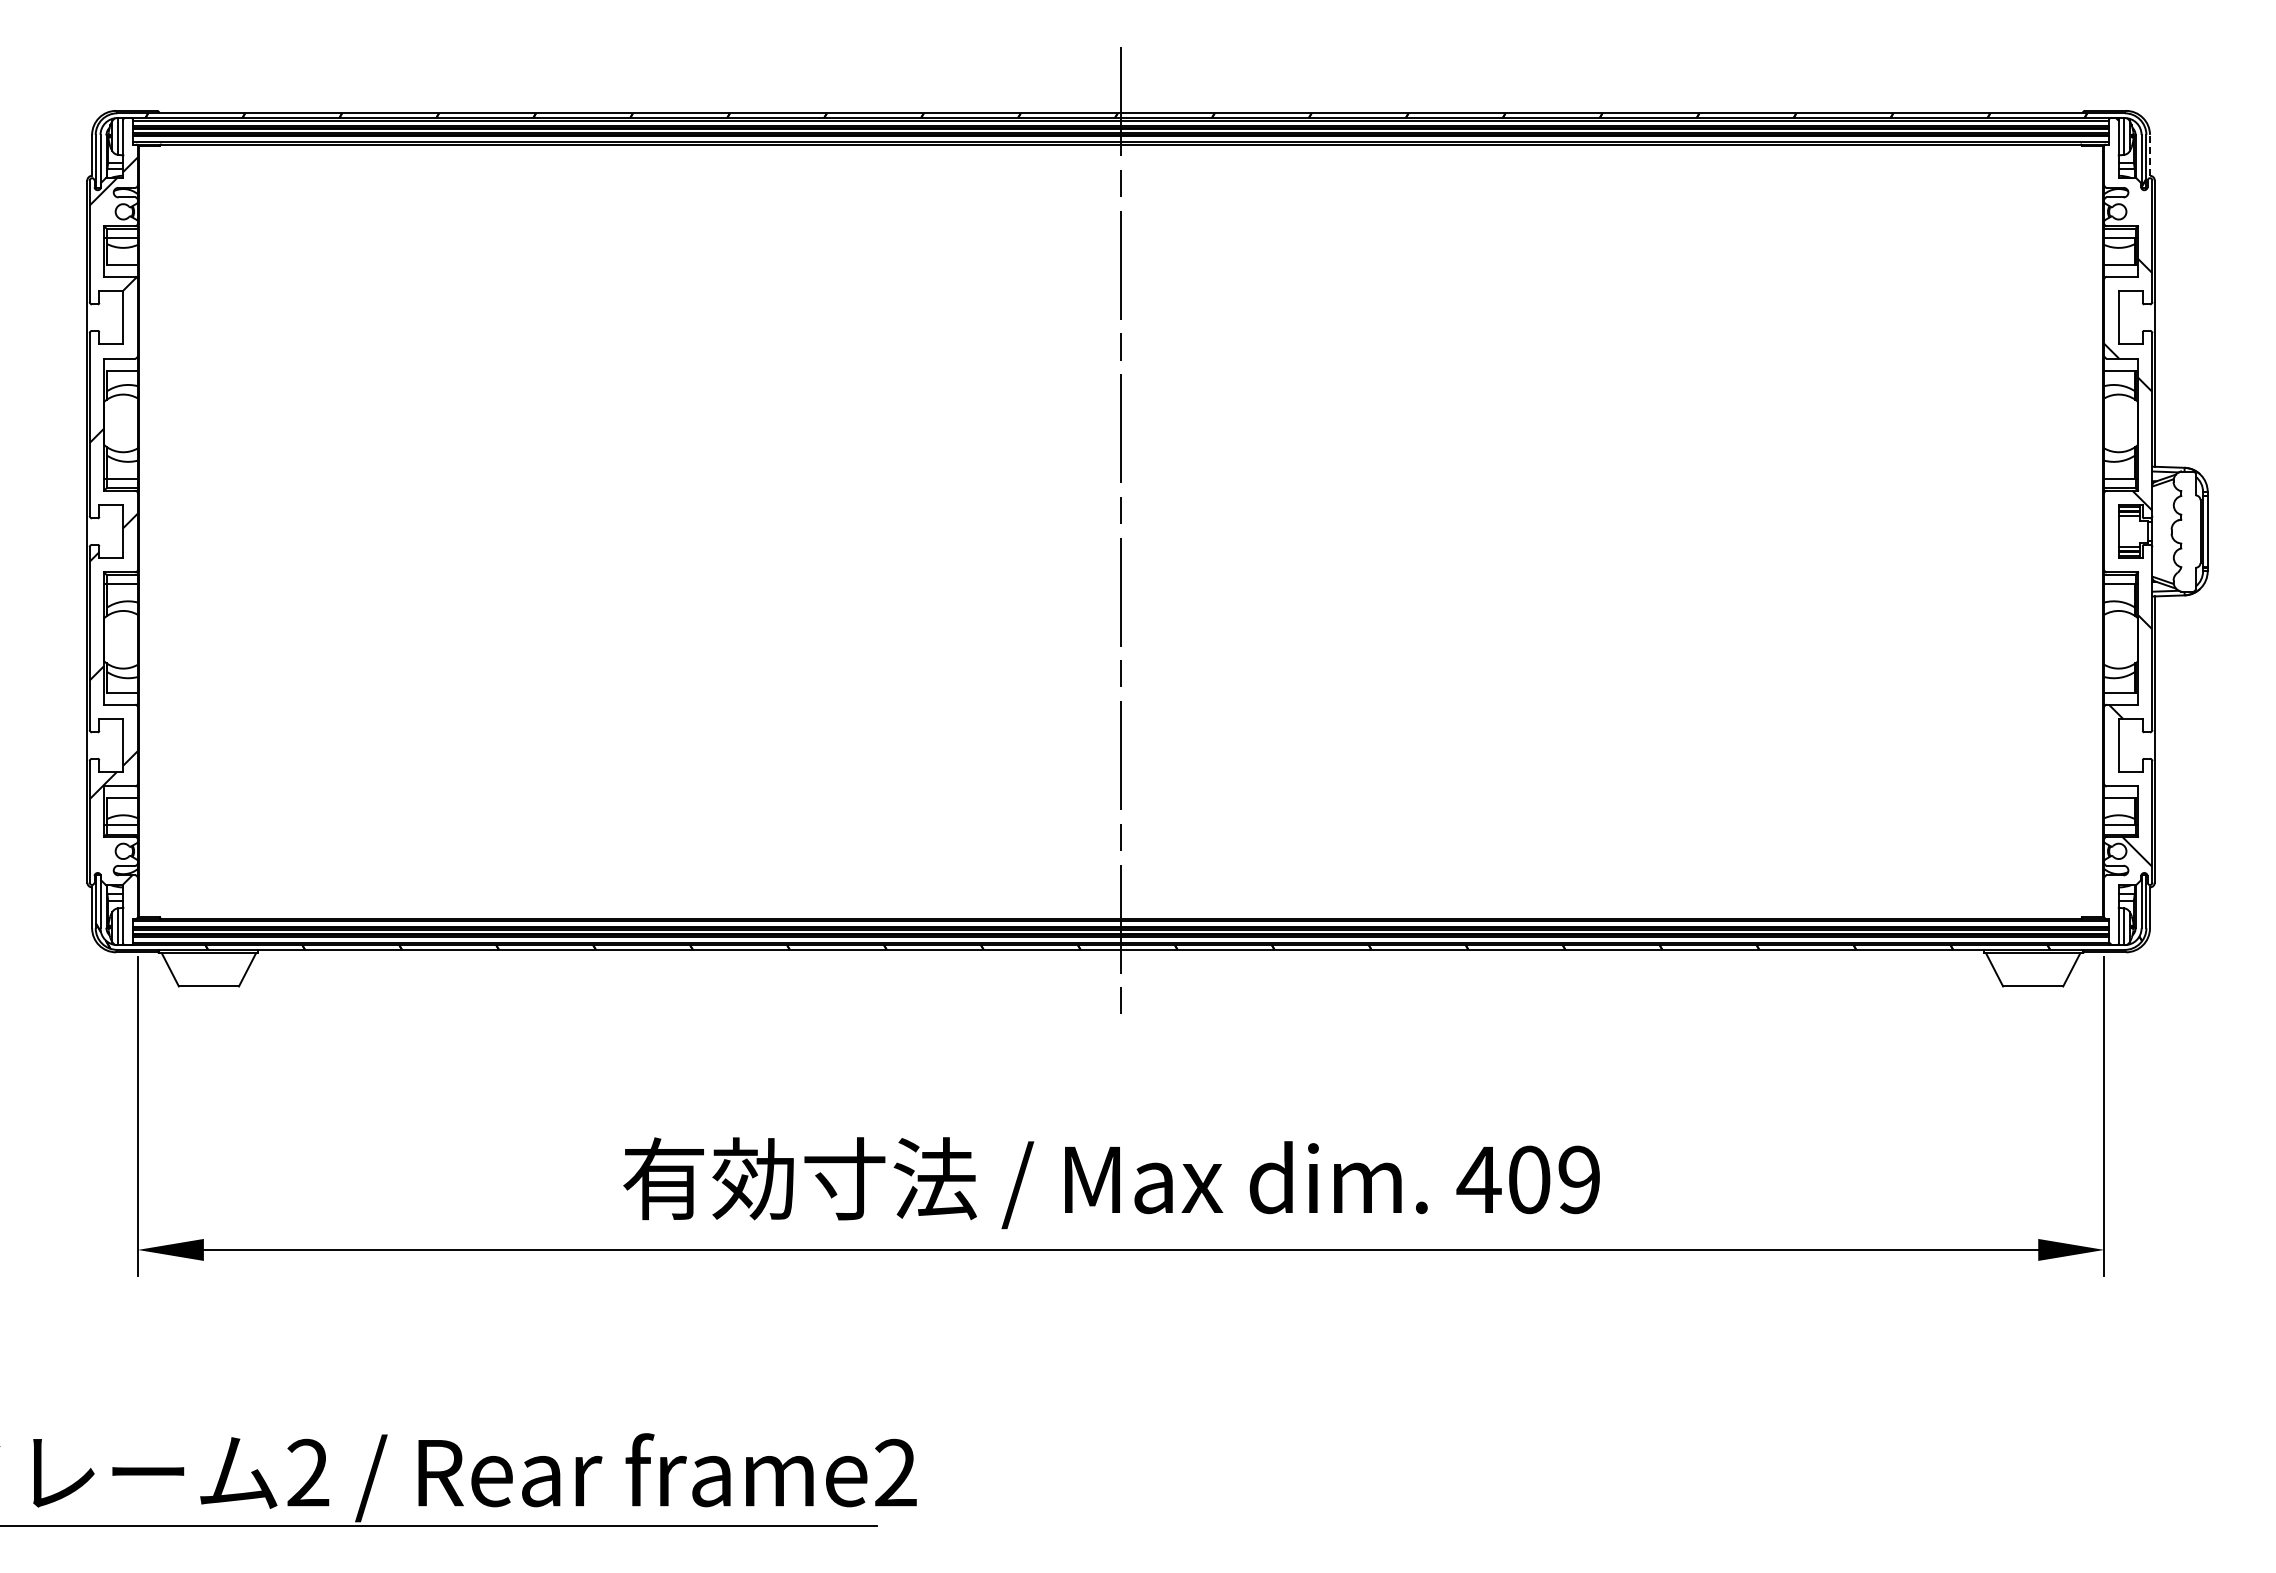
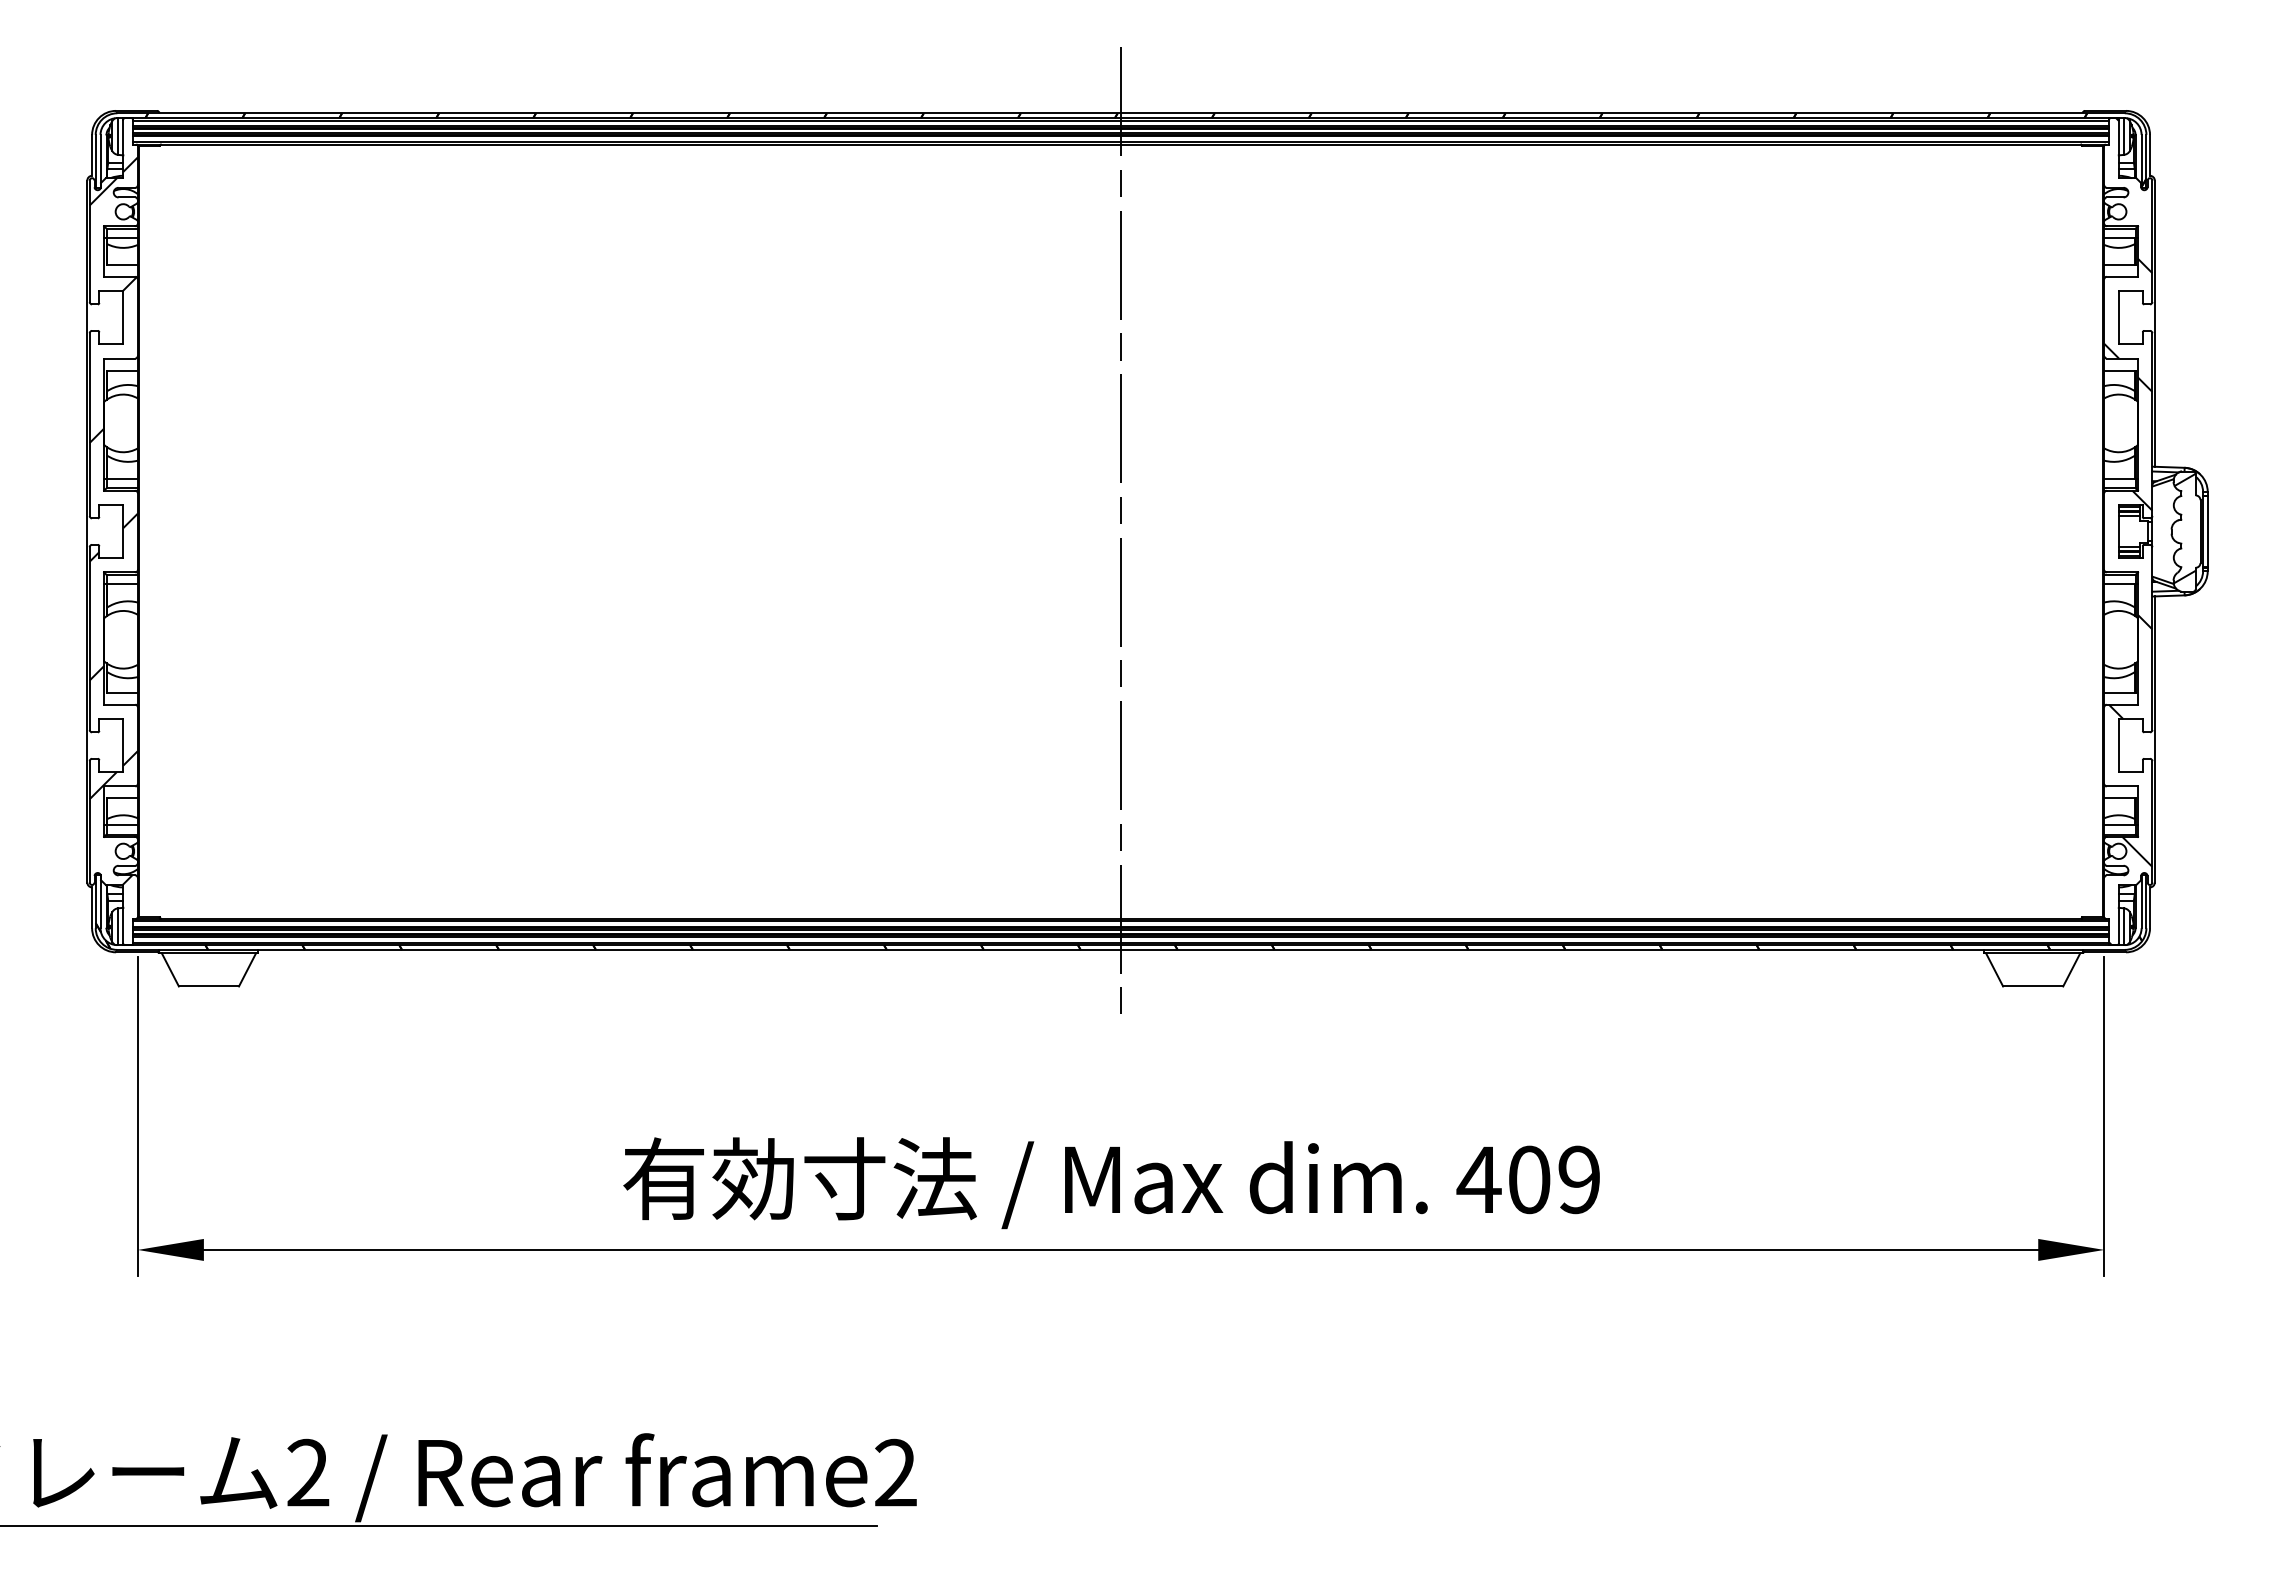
line at (2150, 154): dashed -> solid
hatch at (2184, 528): none -> present
